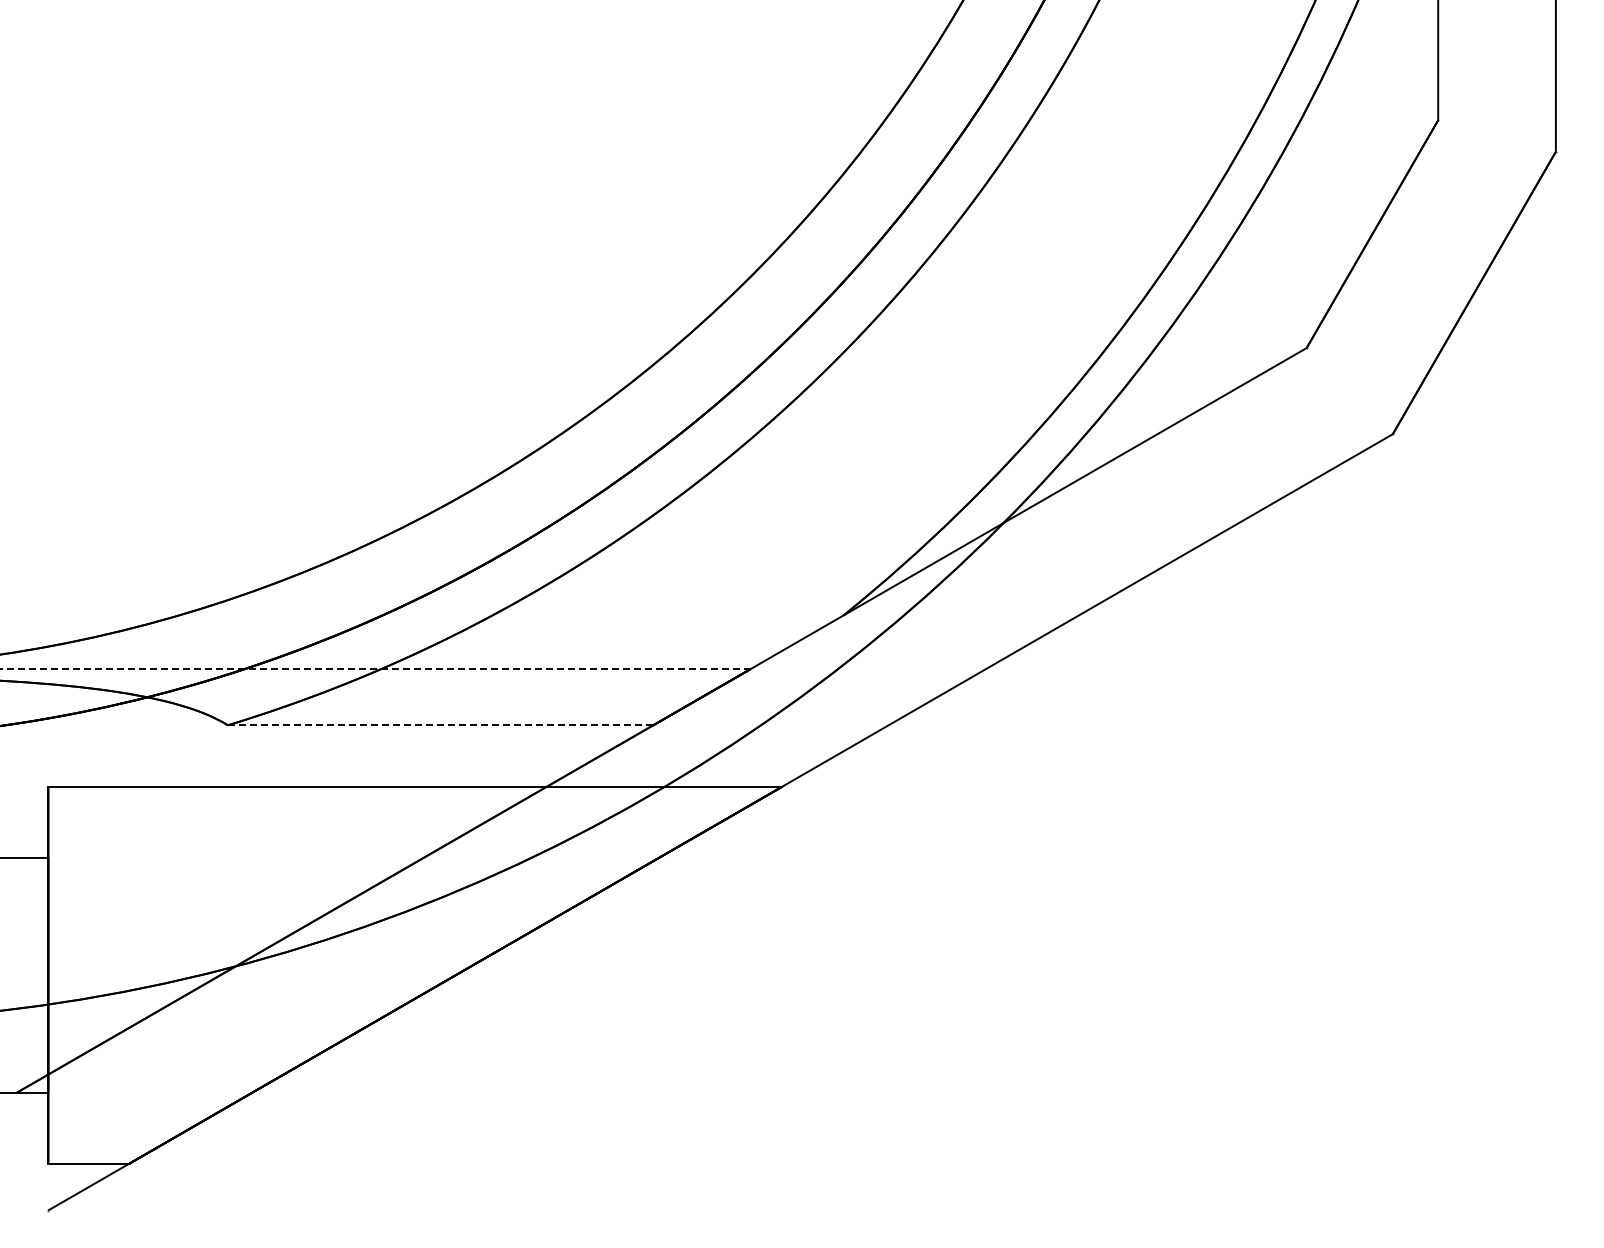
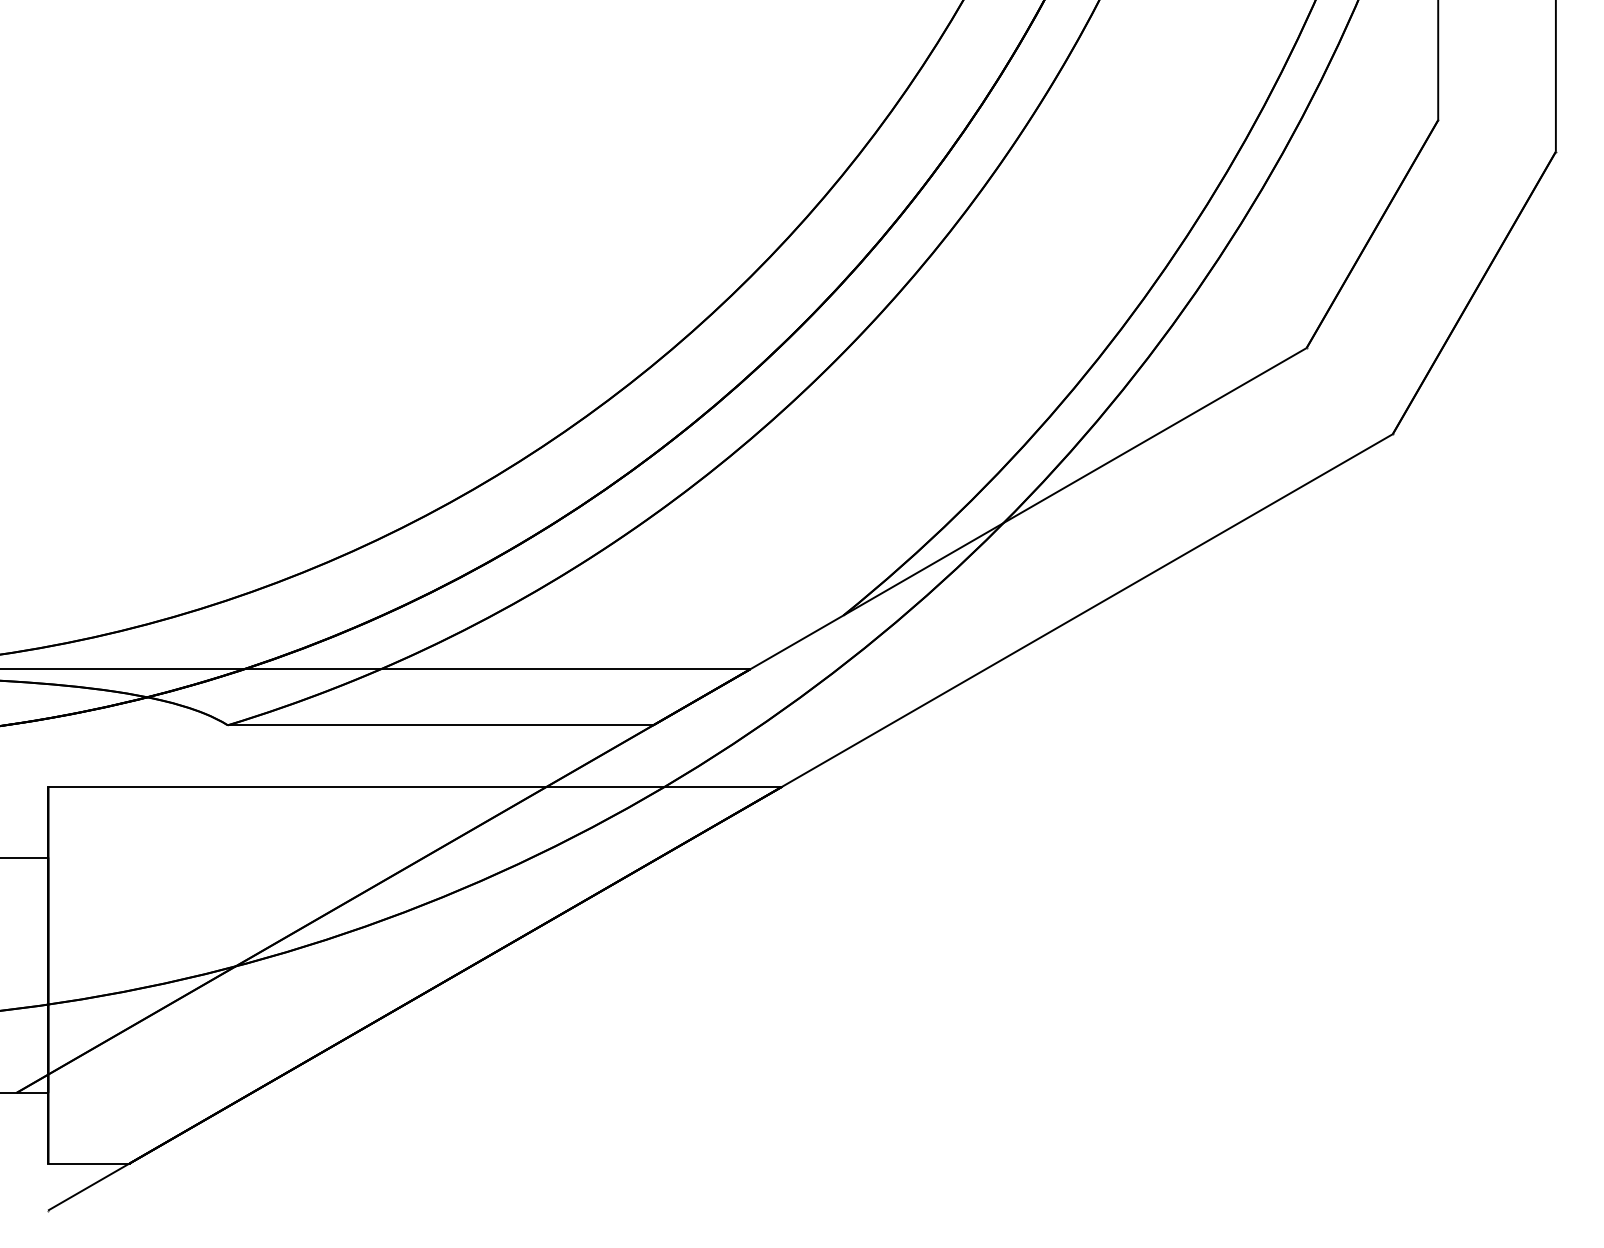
line at (375, 669): dashed -> solid
line at (440, 725): dashed -> solid
